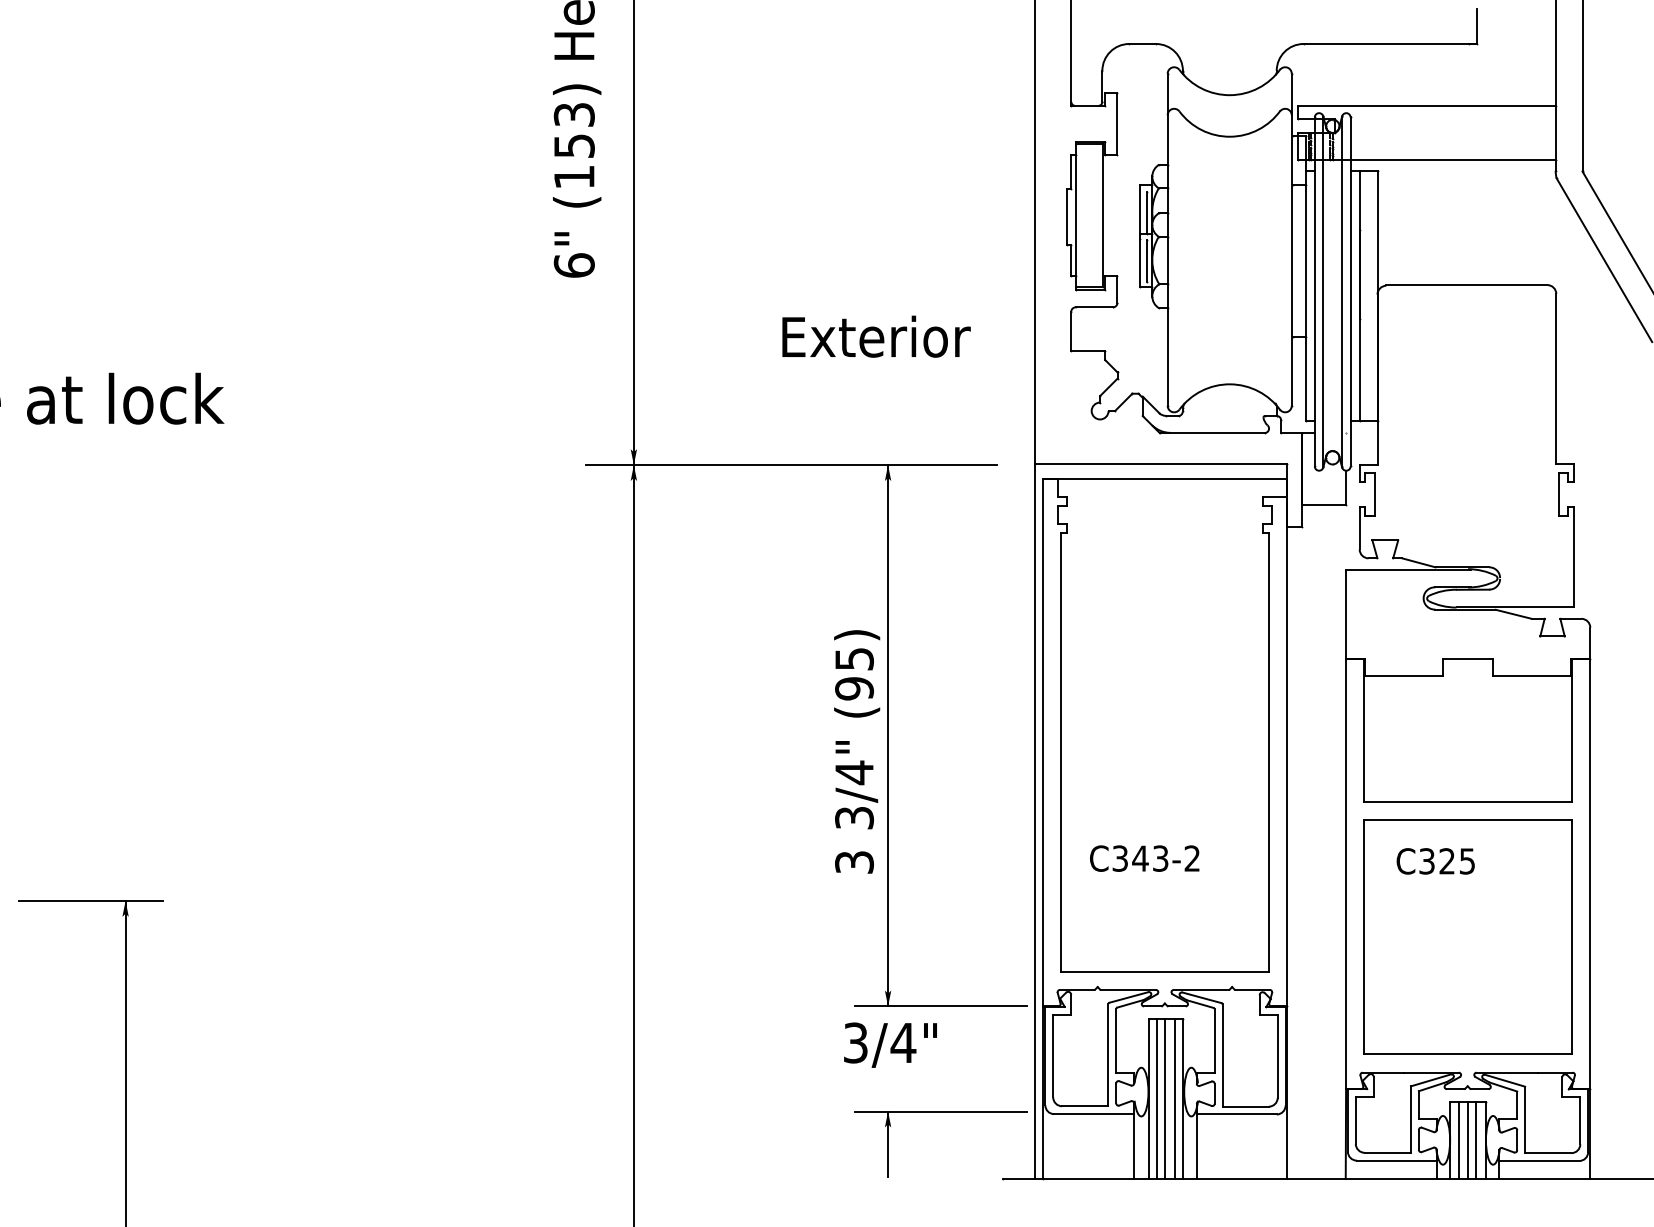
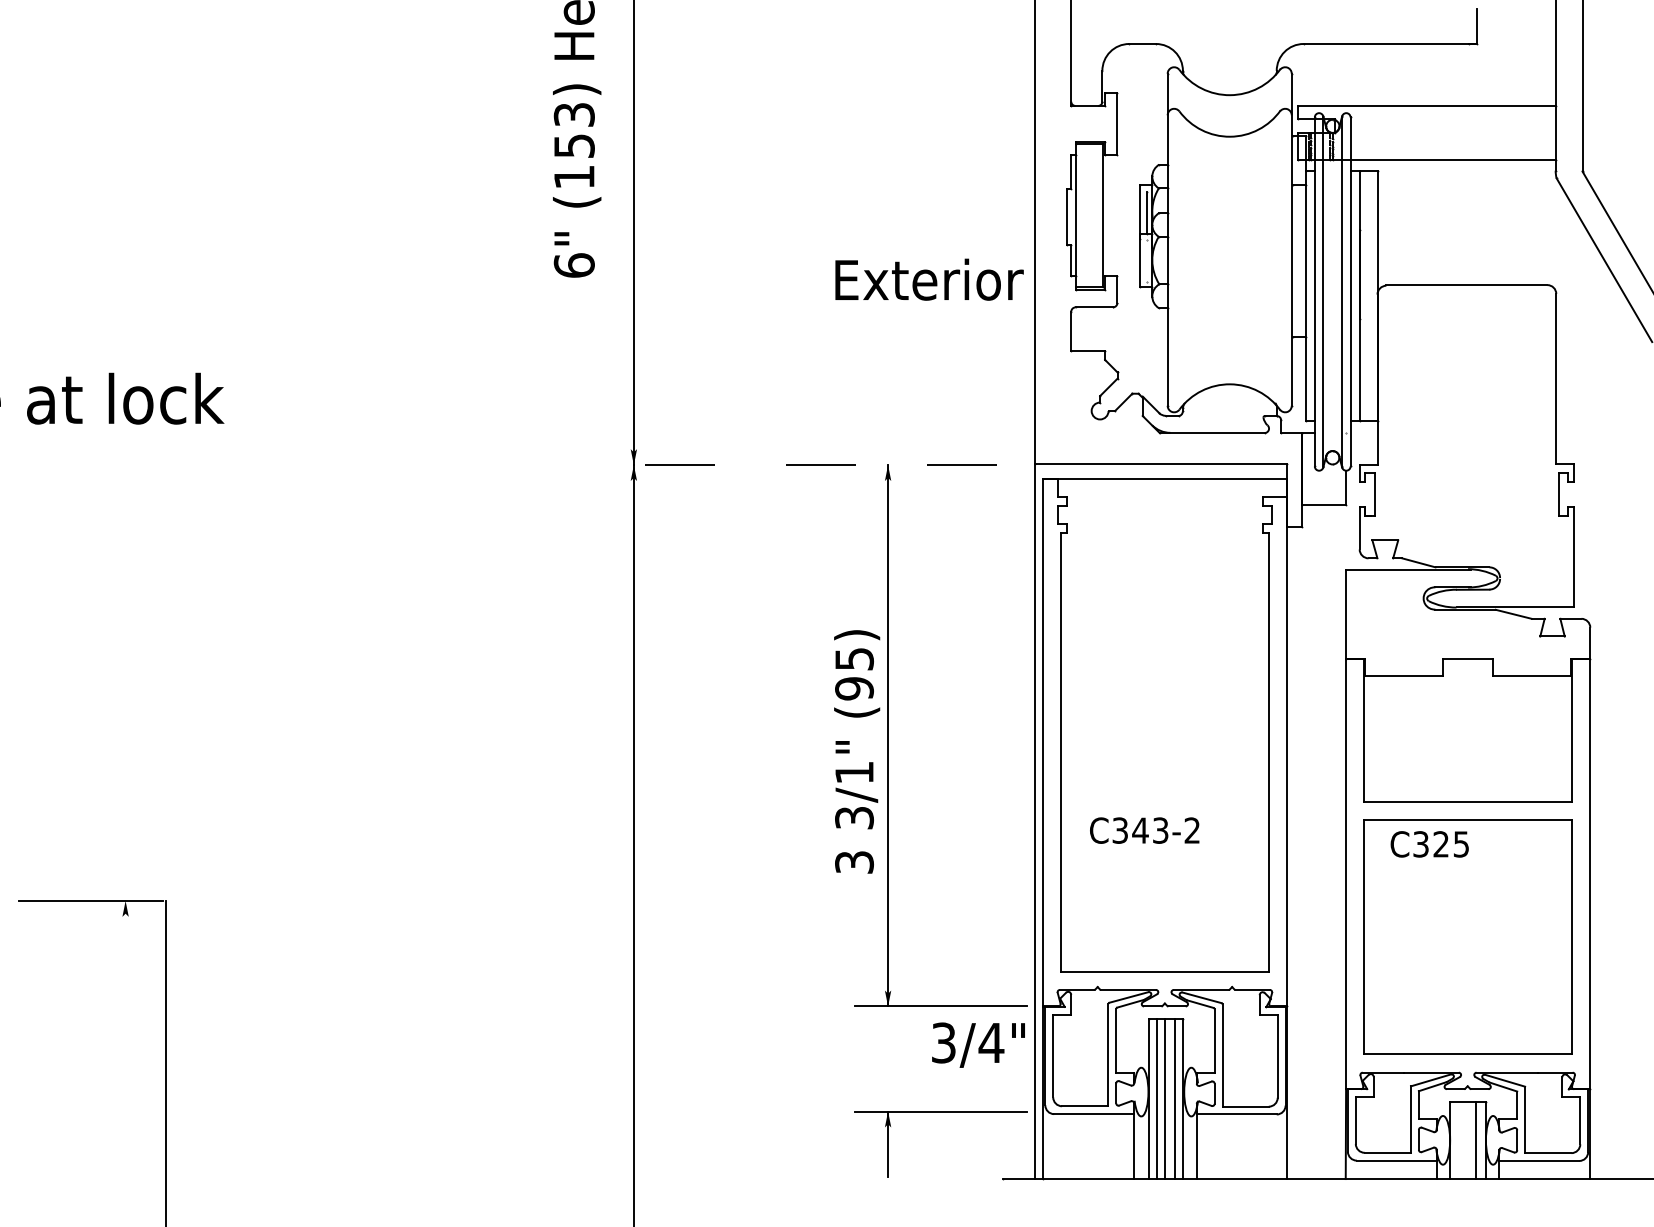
line at (1146, 261): present -> none
text at (876, 336) position: (876, 336) -> (929, 279)
line at (791, 465): solid -> dashed
text at (854, 772): 3/4" -> 3/1"
text at (1144, 858) position: (1144, 858) -> (1144, 830)
text at (1435, 861) position: (1435, 861) -> (1429, 844)
text at (890, 1044) position: (890, 1044) -> (978, 1044)
line at (125, 1061) position: (125, 1061) -> (165, 1061)
line at (1459, 1140): present -> none
line at (1467, 1140): present -> none
